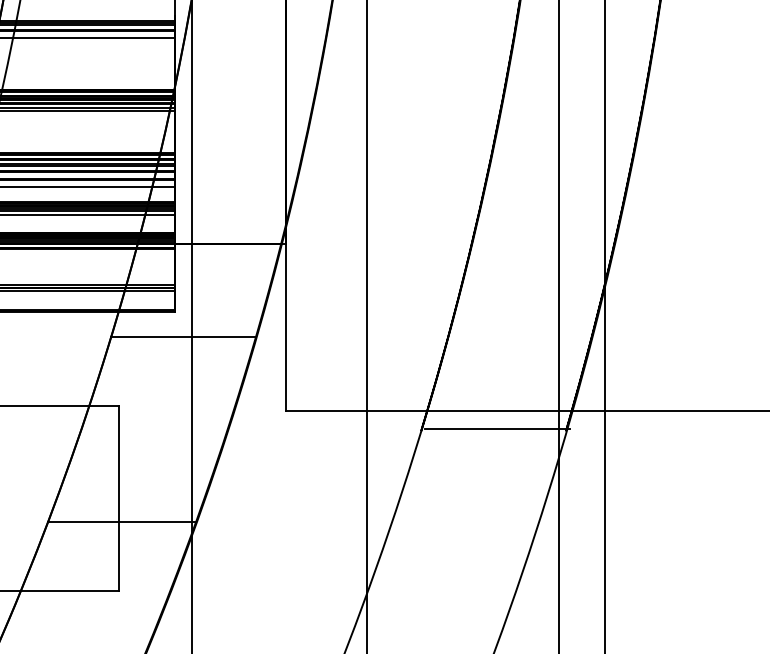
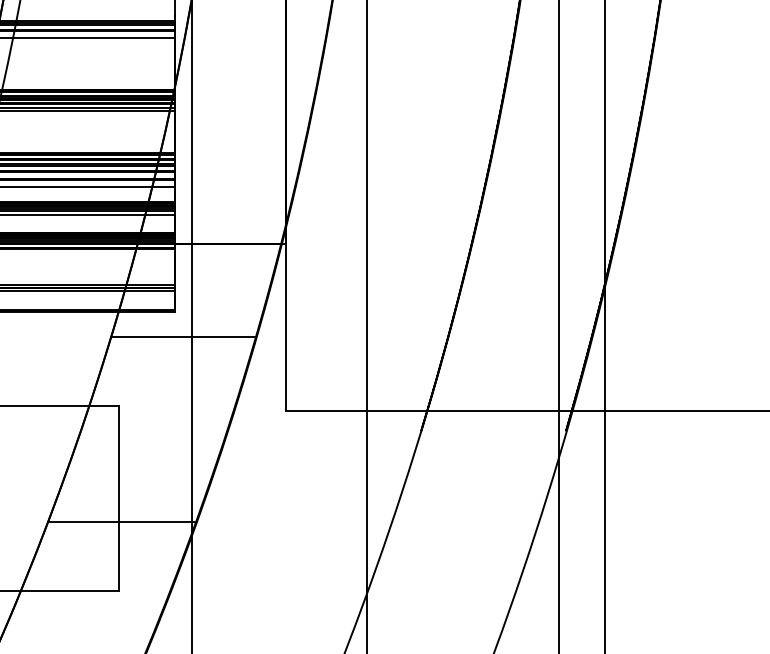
line at (496, 429): present -> none
